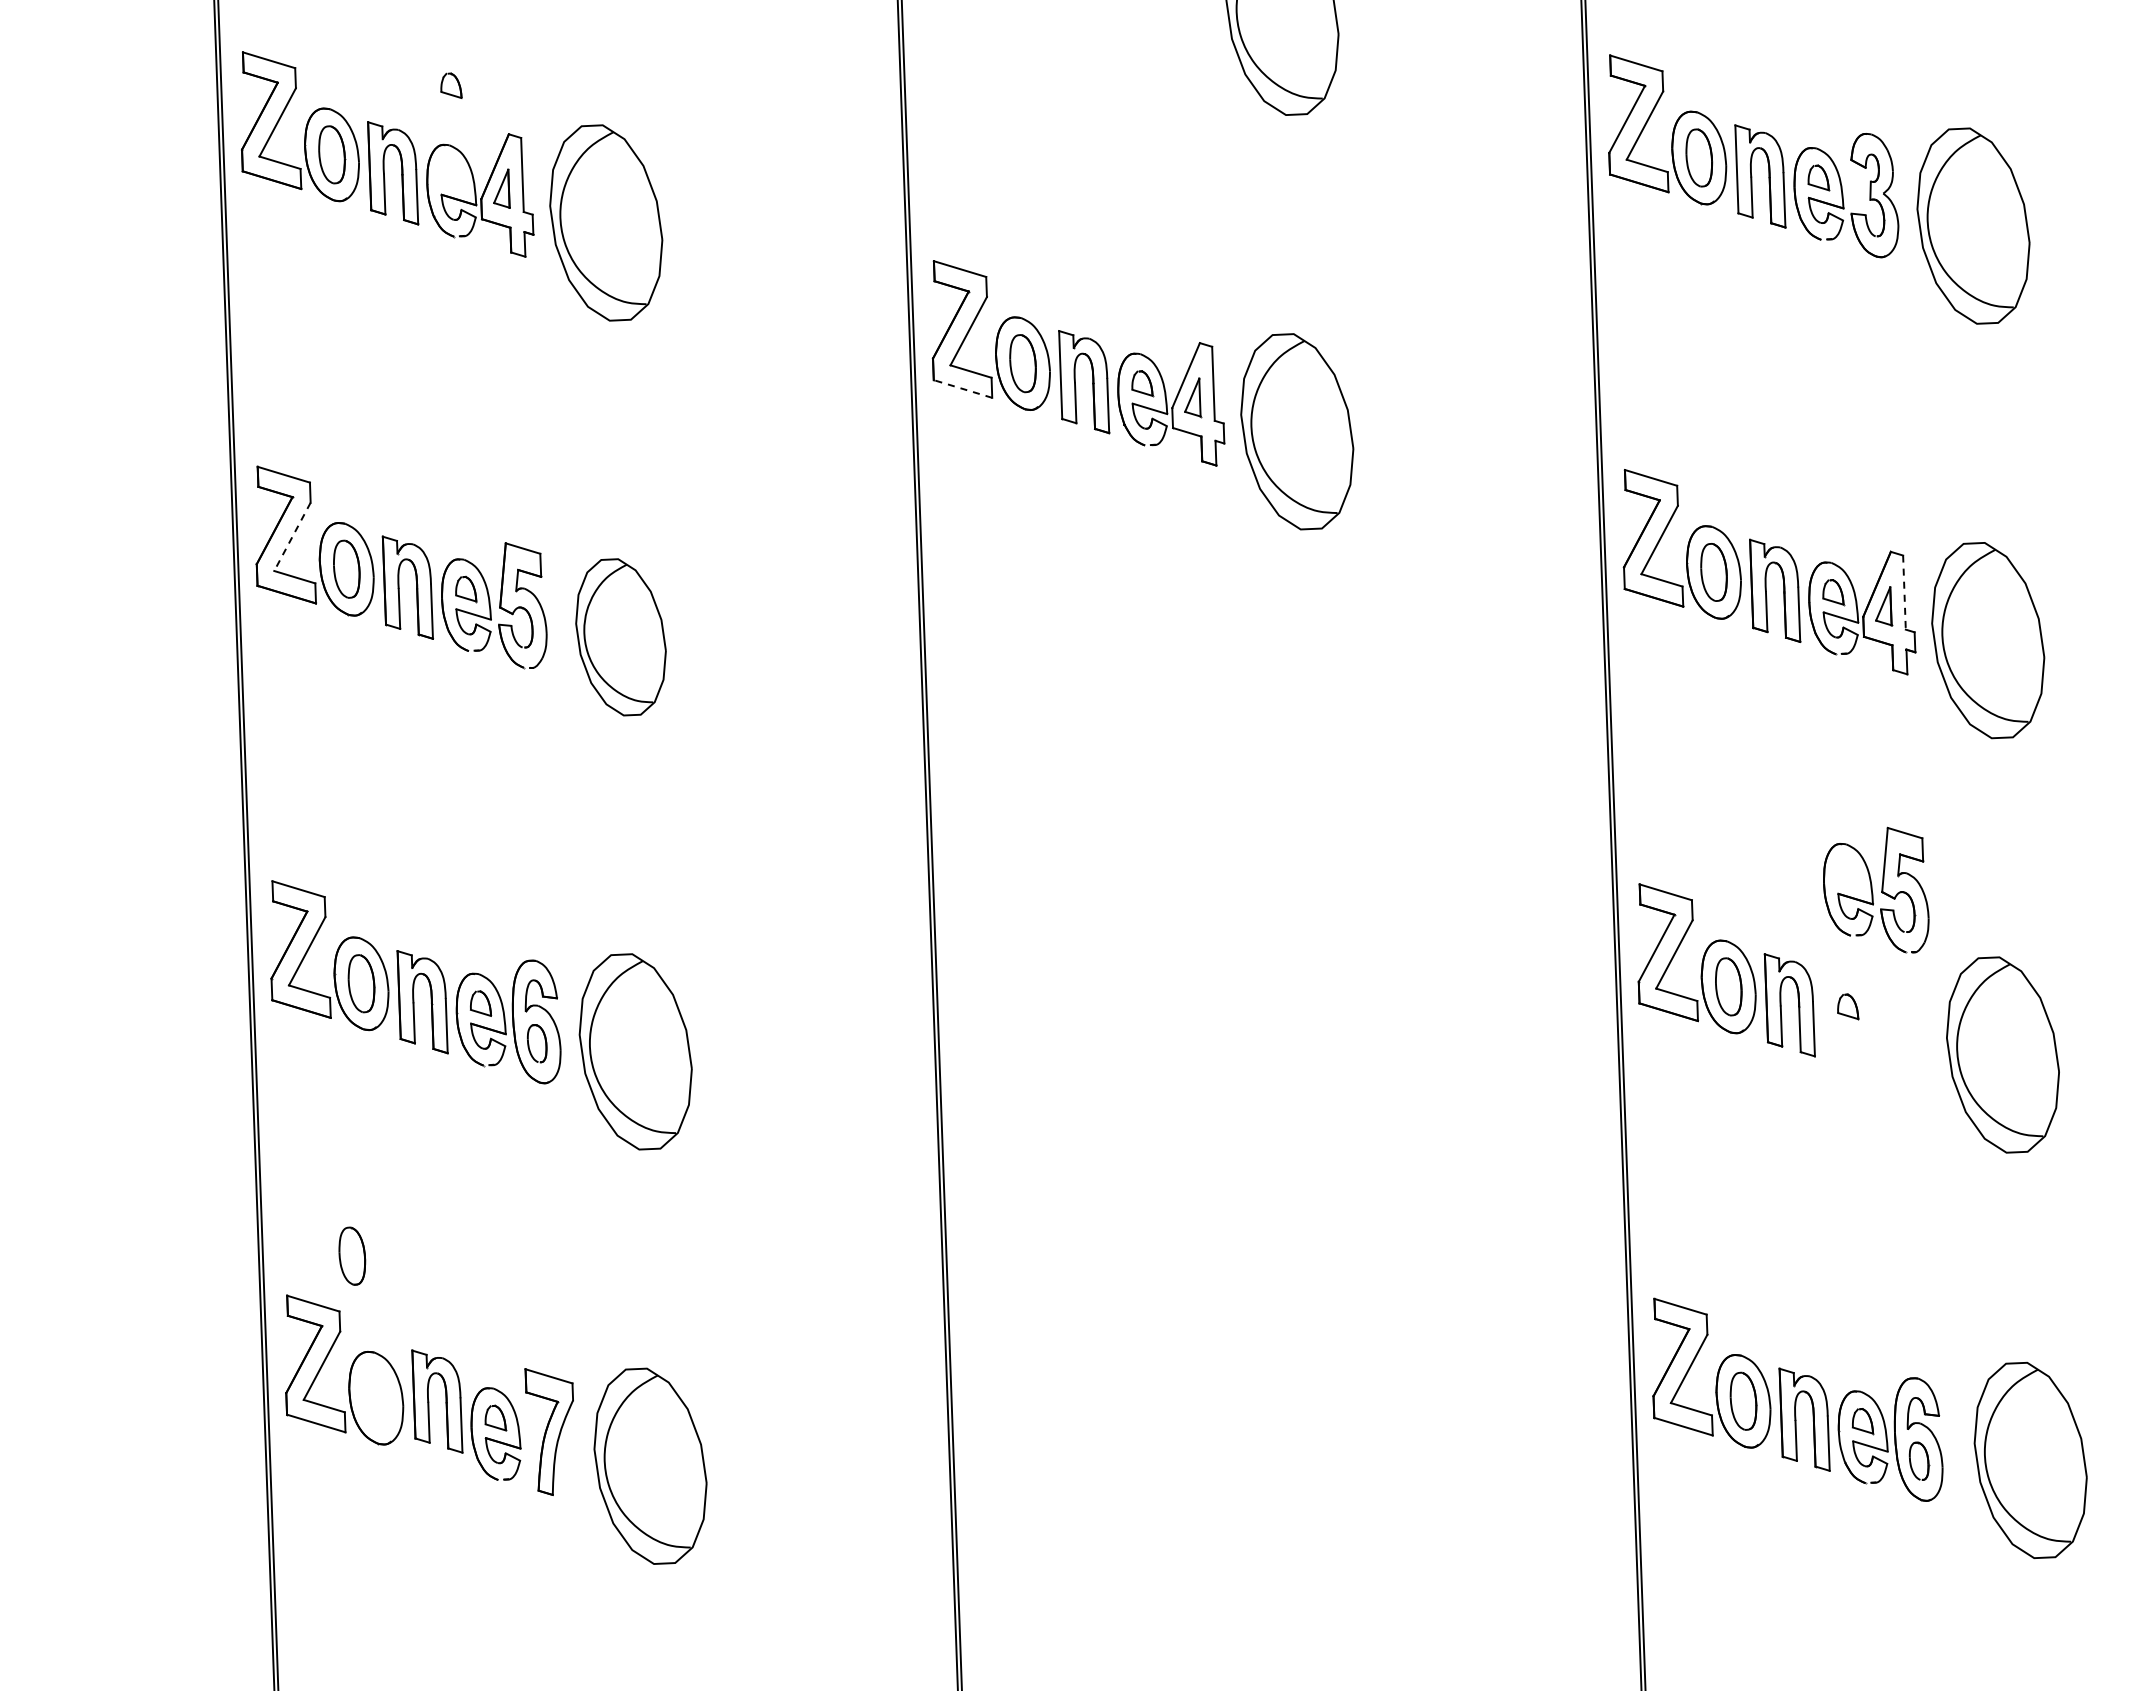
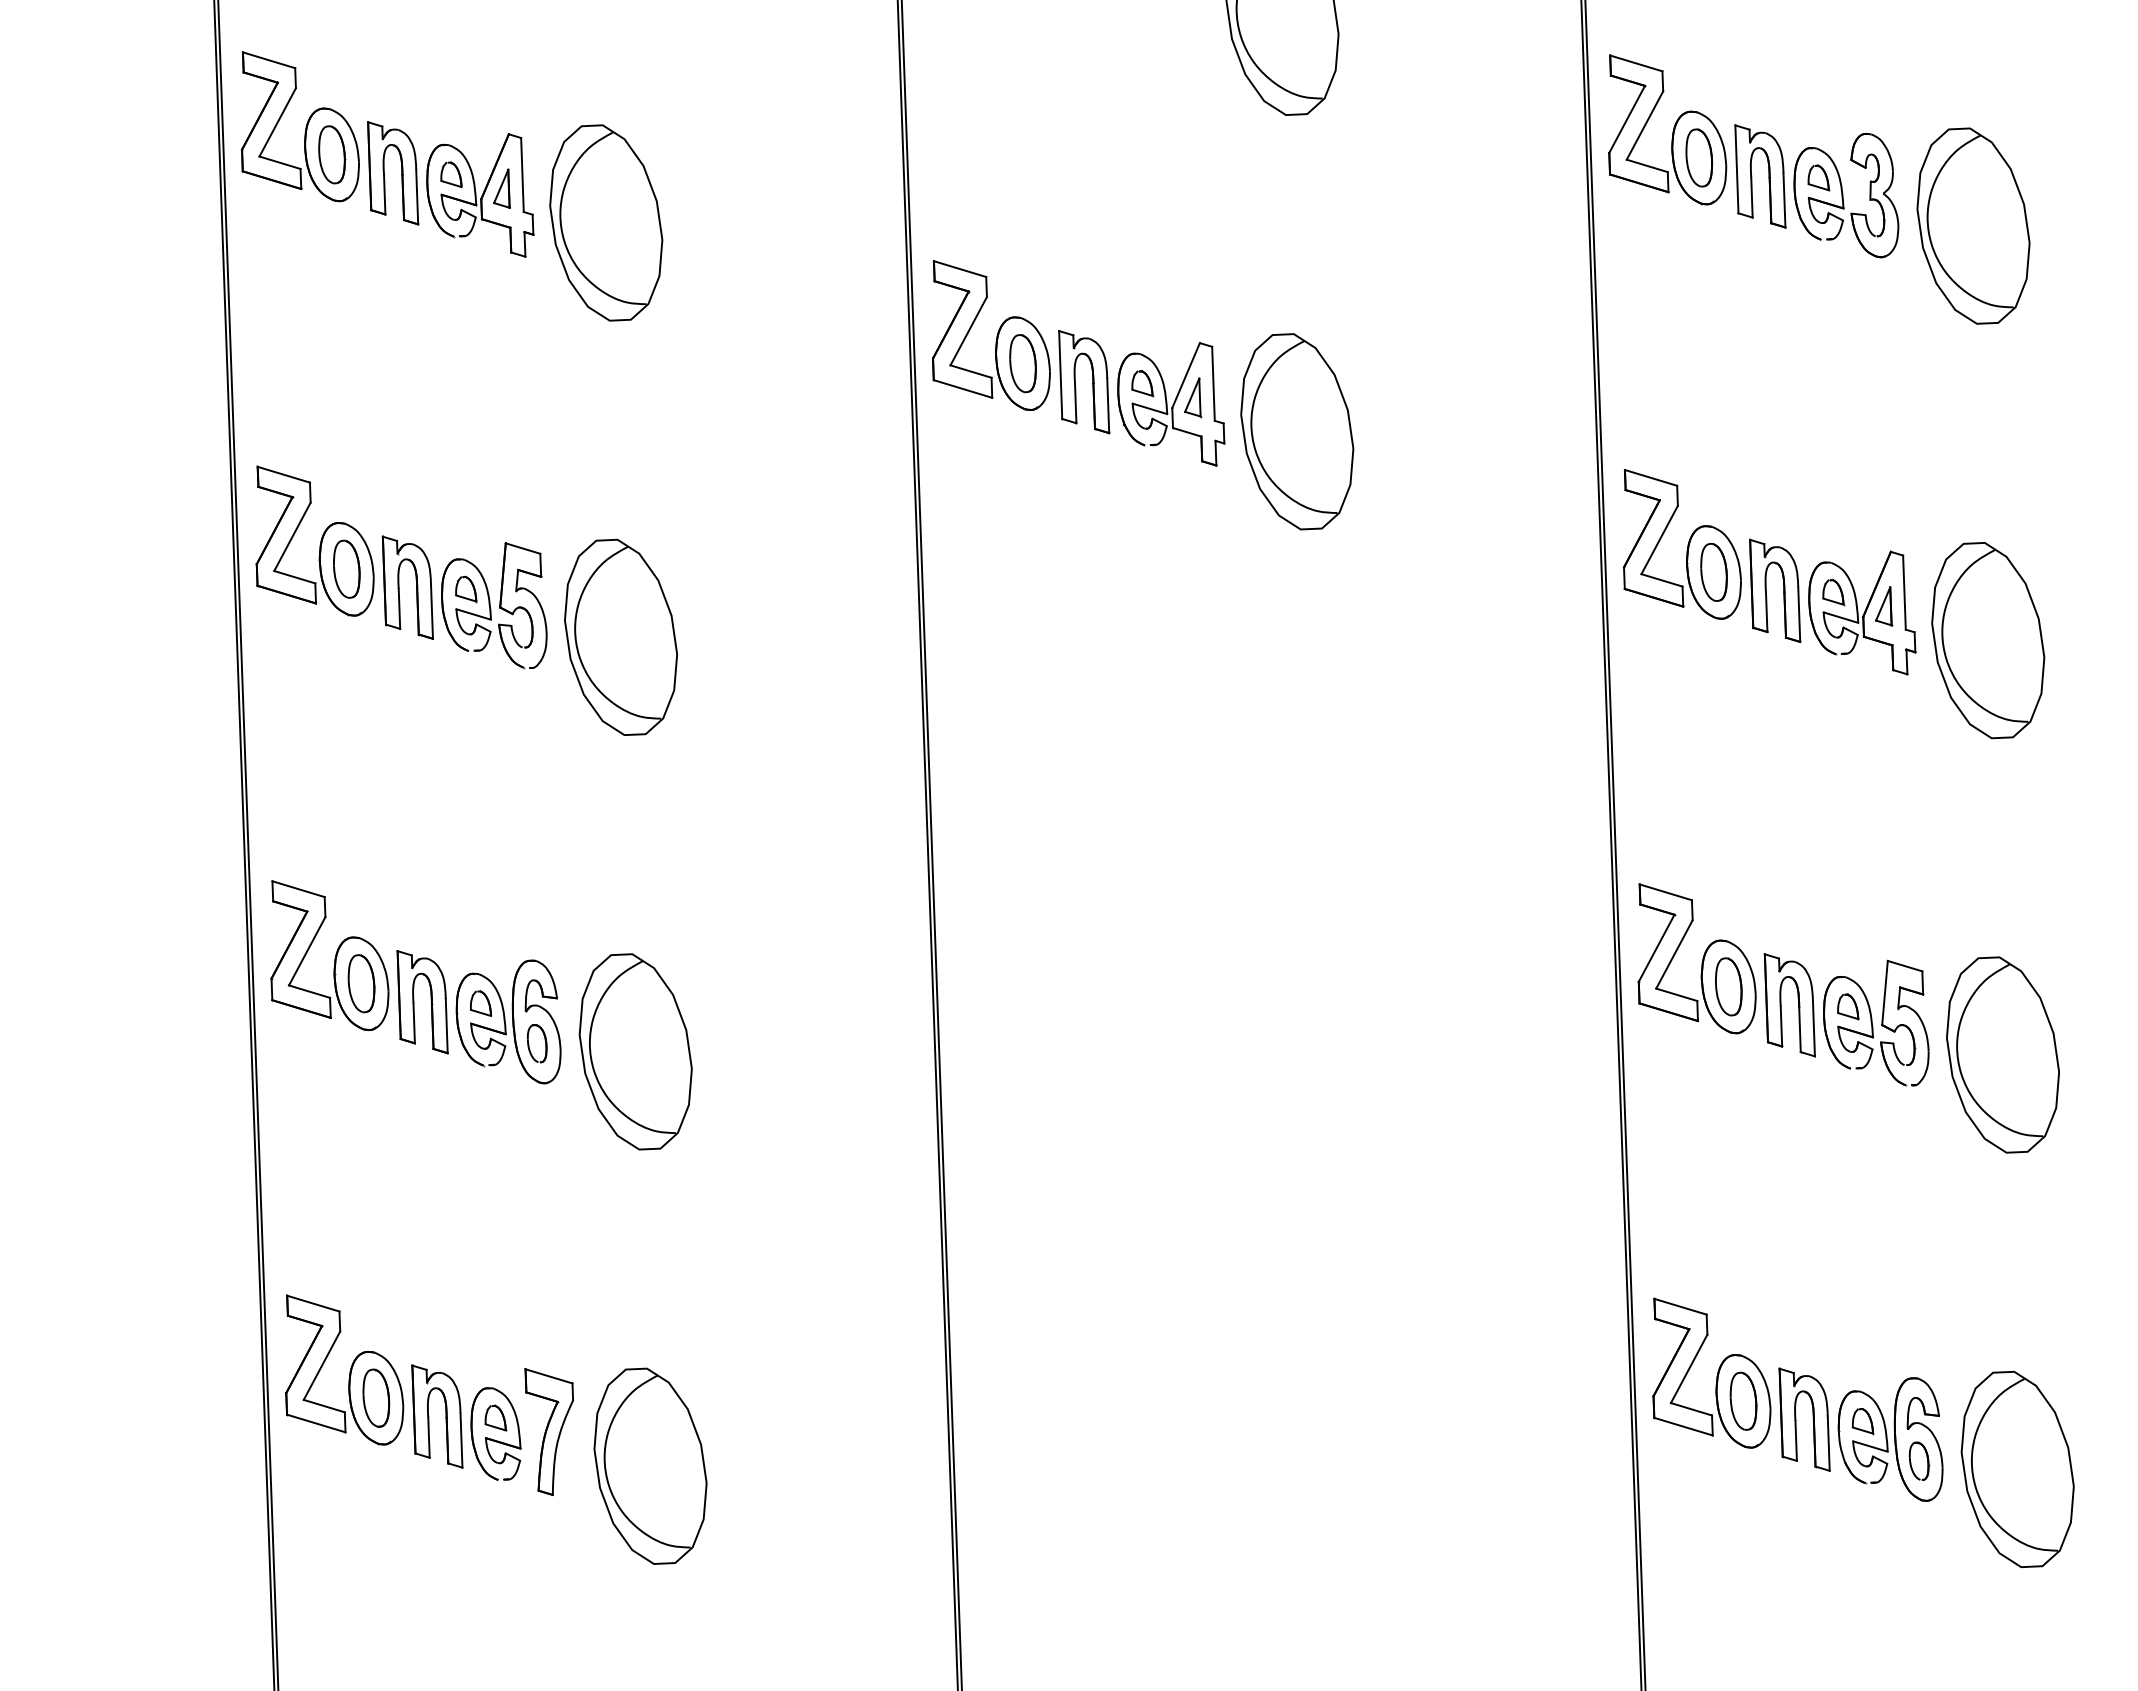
part at (451, 85) position: (451, 85) -> (451, 174)
line at (963, 388): dashed -> solid
line at (292, 536): dashed -> solid
line at (1904, 593): dashed -> solid
part at (620, 637) size: 92x159 px -> 114x198 px
part at (1876, 889) position: (1876, 889) -> (1876, 1022)
part at (352, 1255) position: (352, 1255) -> (376, 1397)
part at (429, 1401) position: (429, 1401) -> (429, 1416)
part at (2030, 1460) position: (2030, 1460) -> (2017, 1469)
